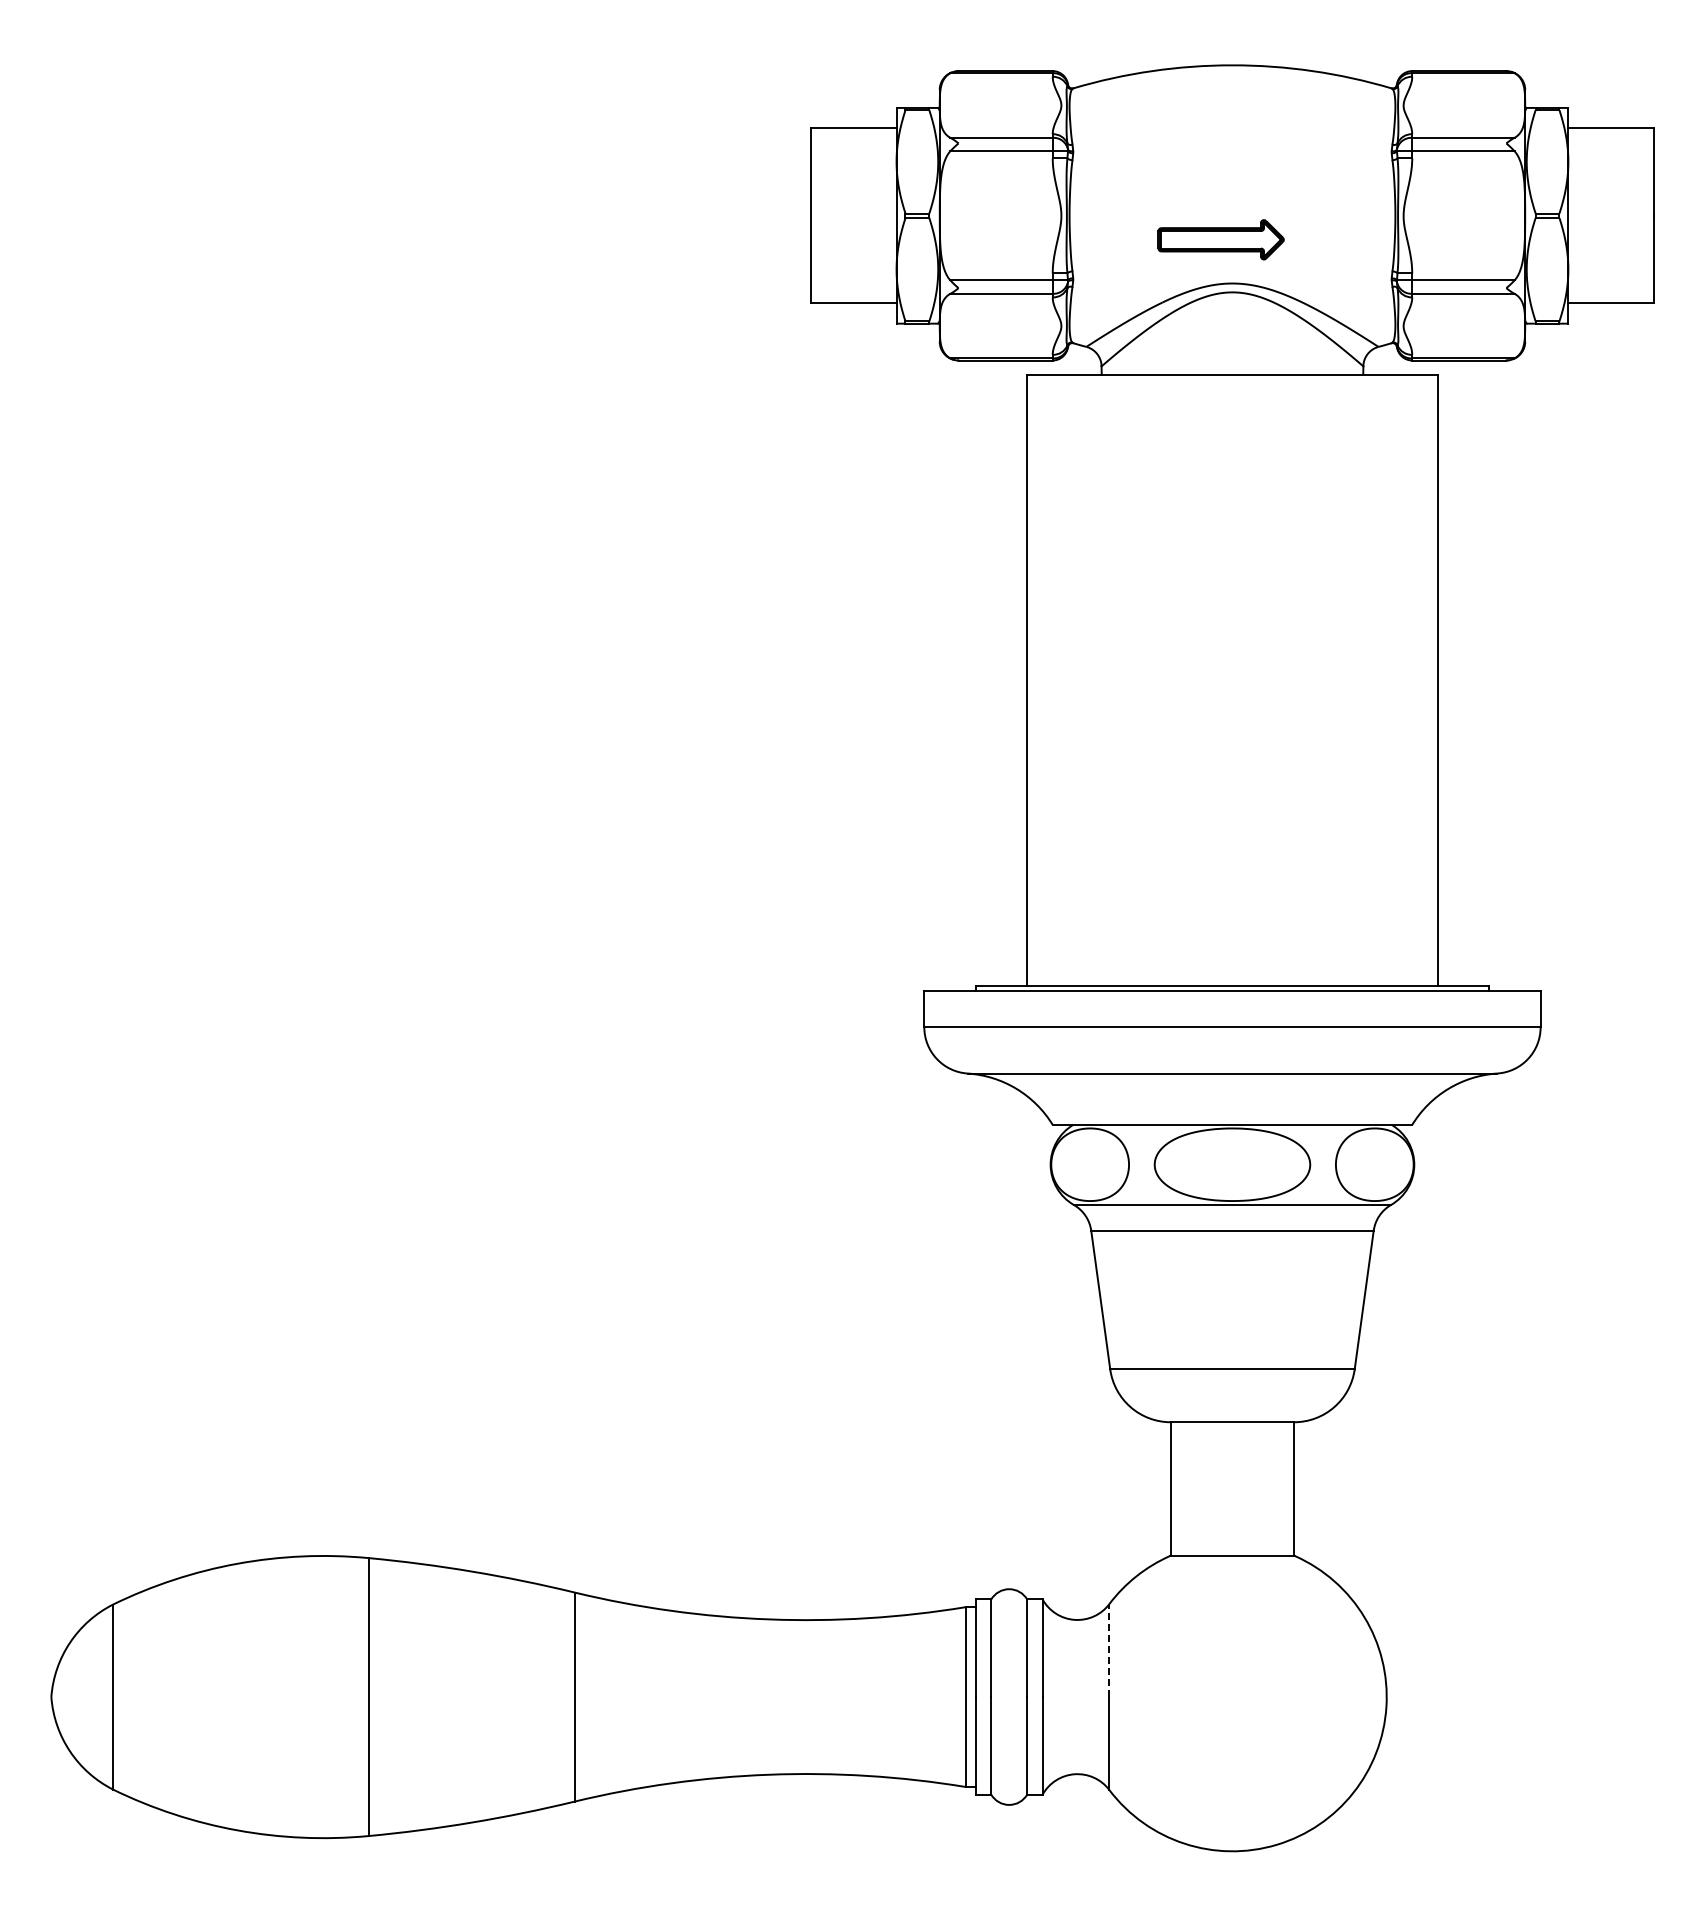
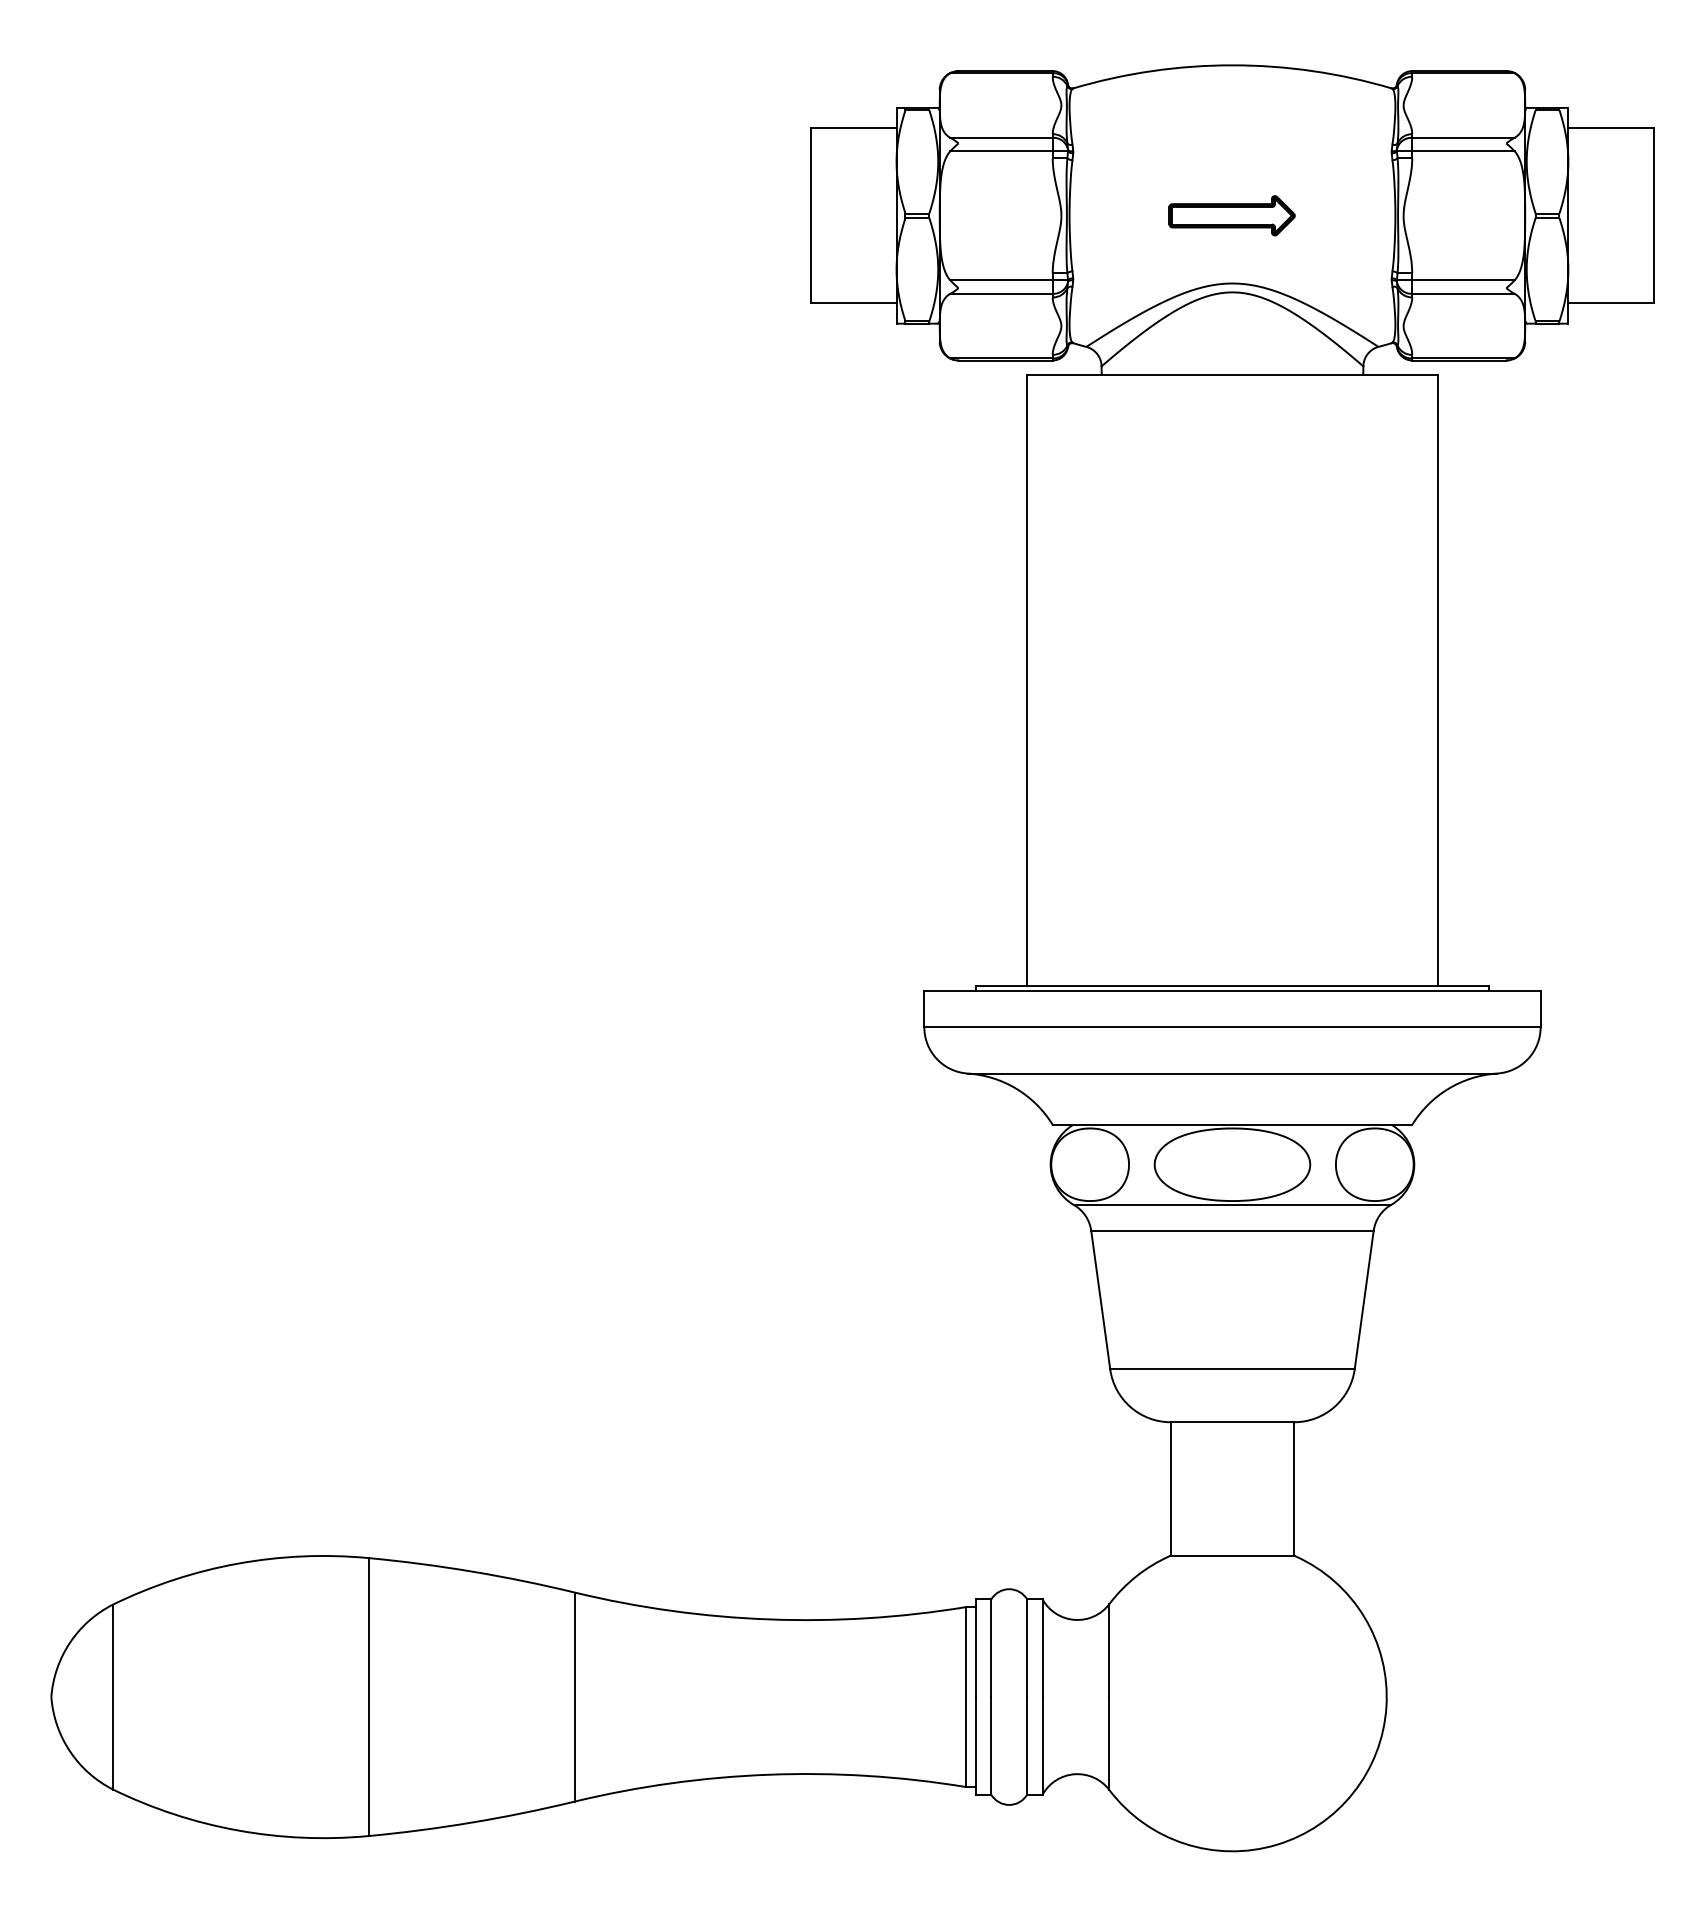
part at (1220, 239) position: (1220, 239) -> (1231, 215)
line at (1109, 1650): dashed -> solid
